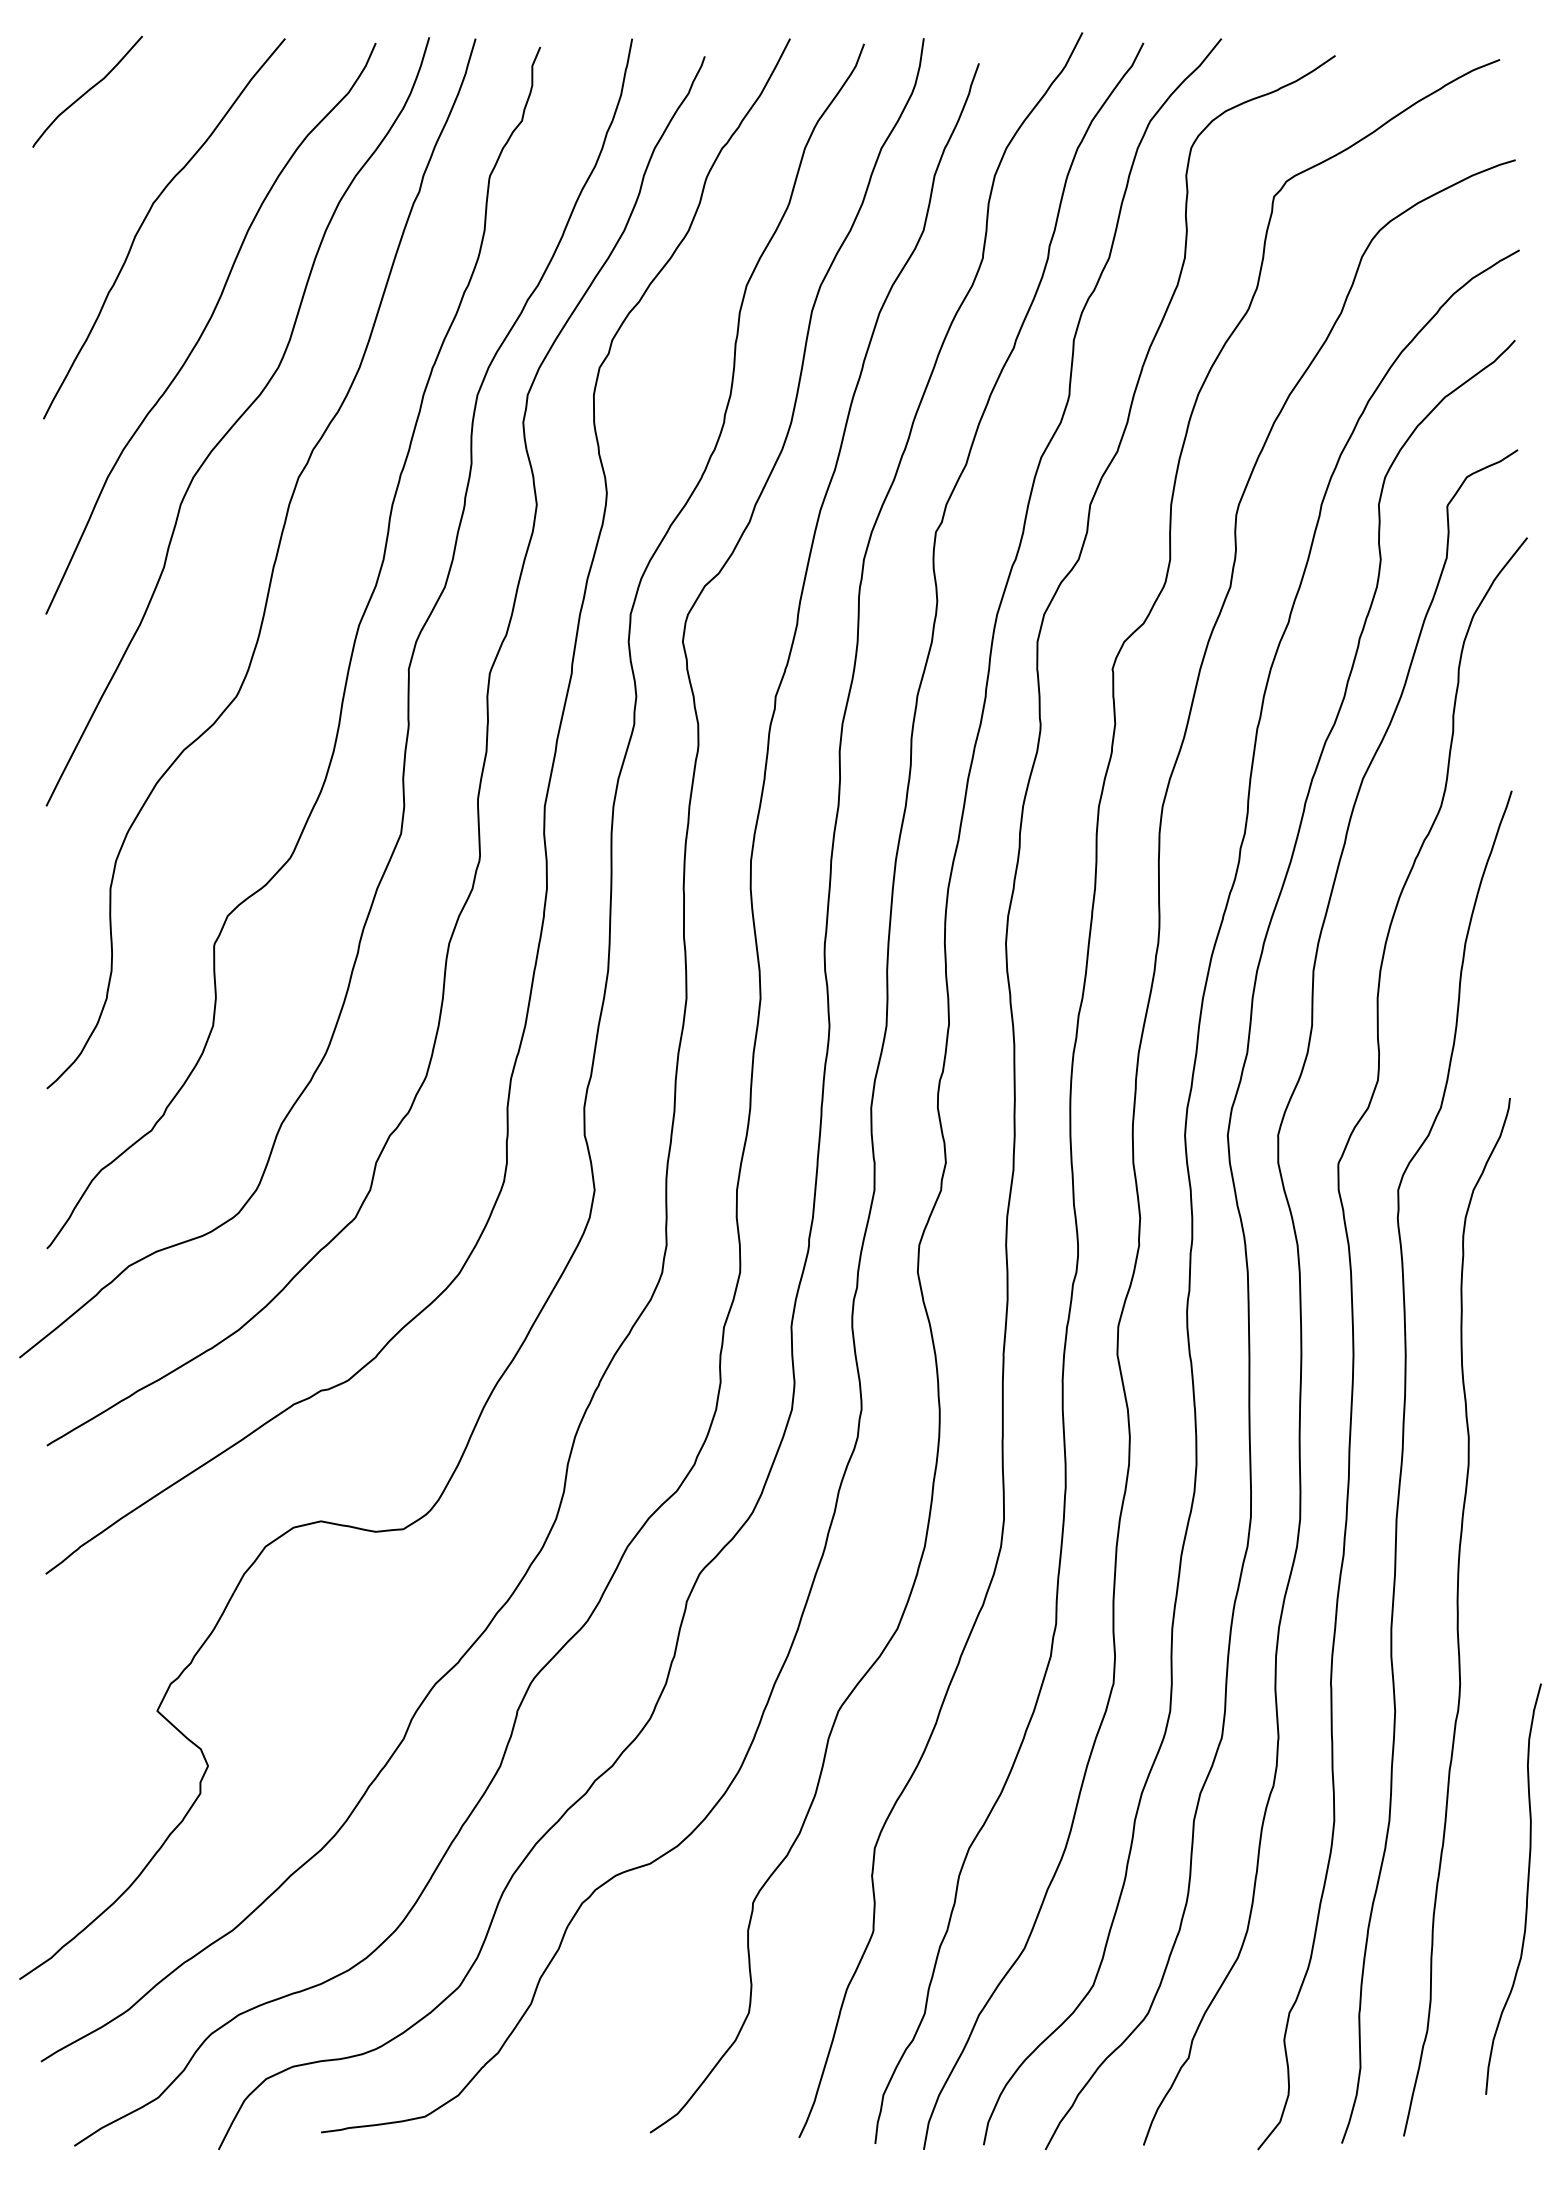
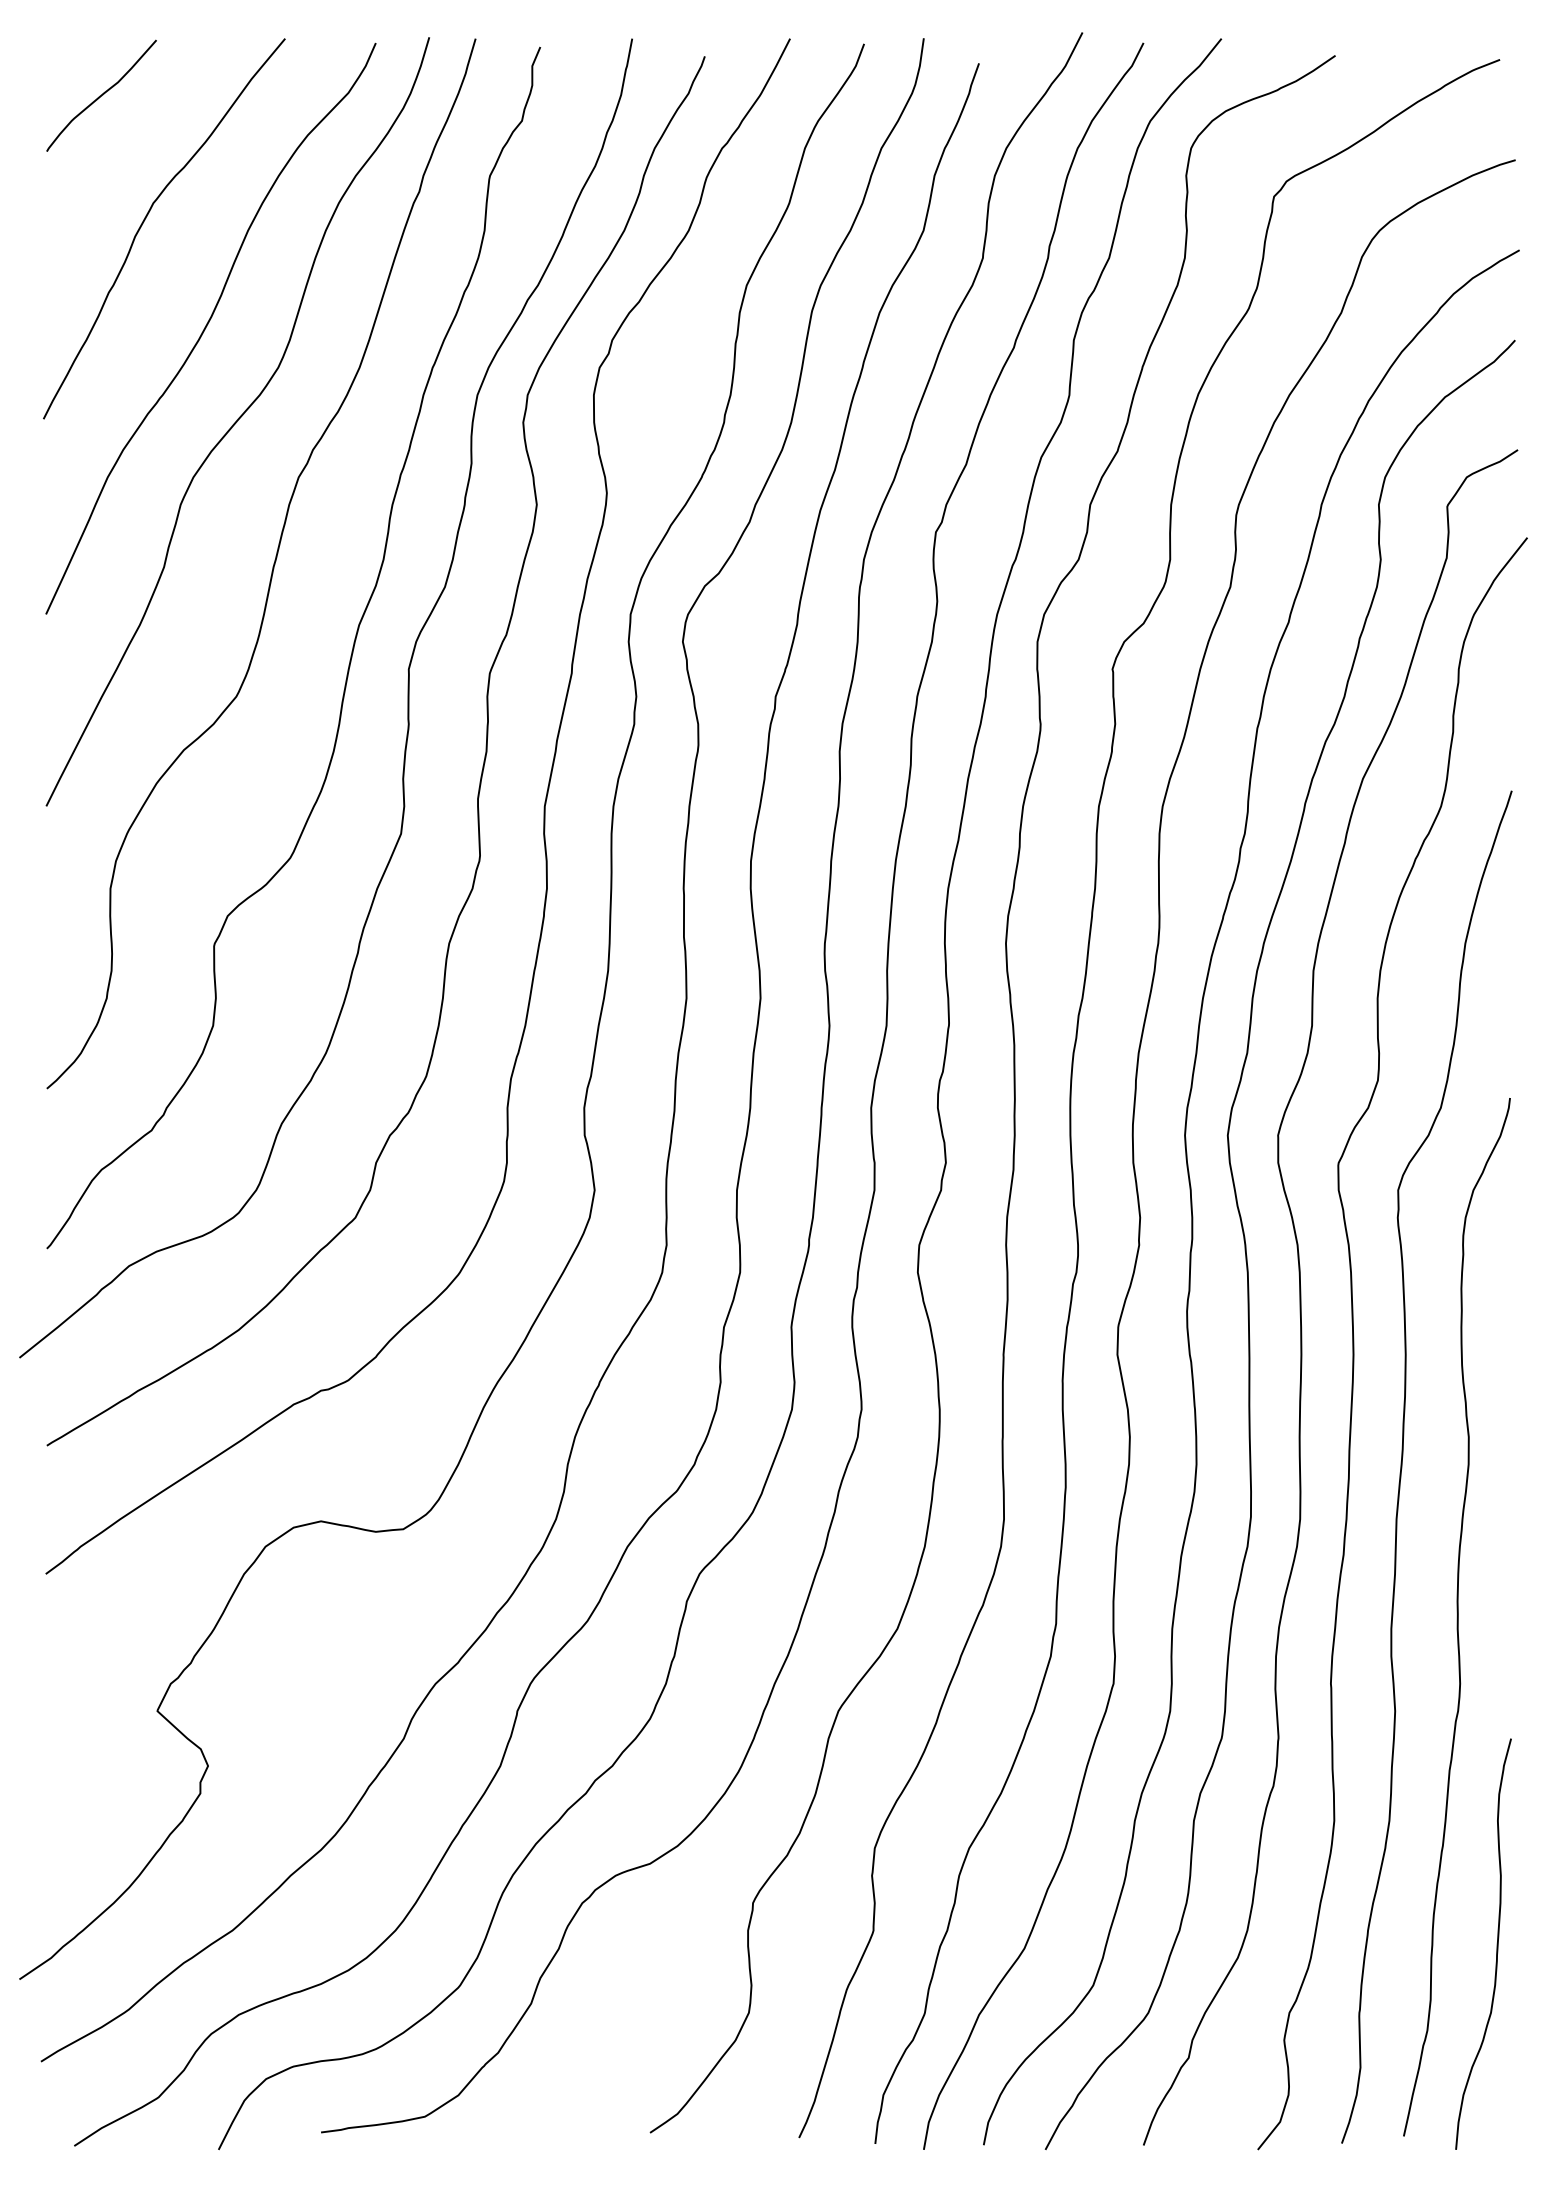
curve at (87, 91) position: (87, 91) -> (101, 95)
curve at (1526, 1888) position: (1526, 1888) -> (1496, 1943)
